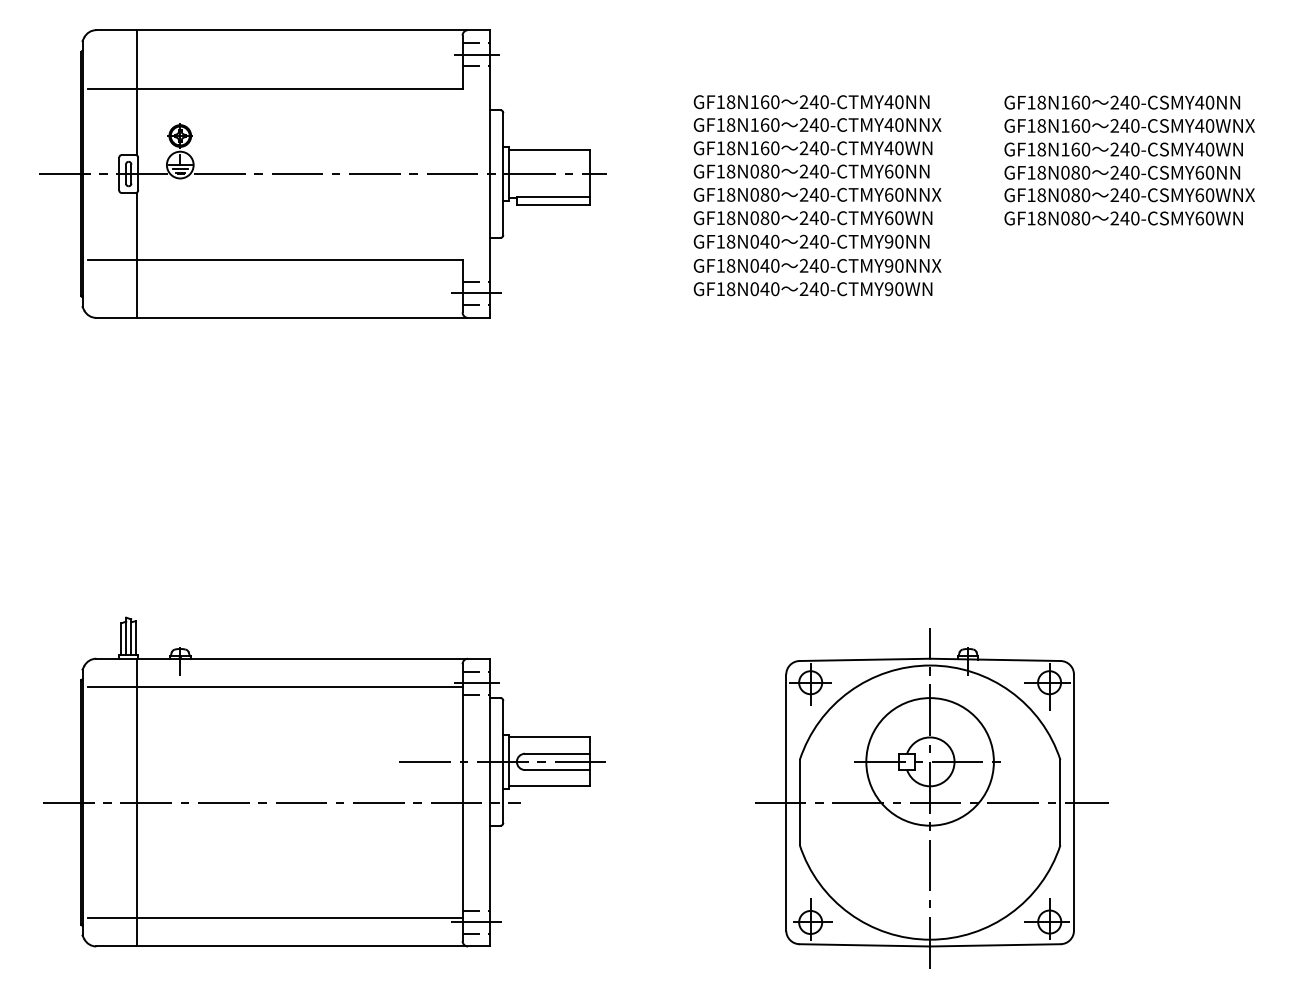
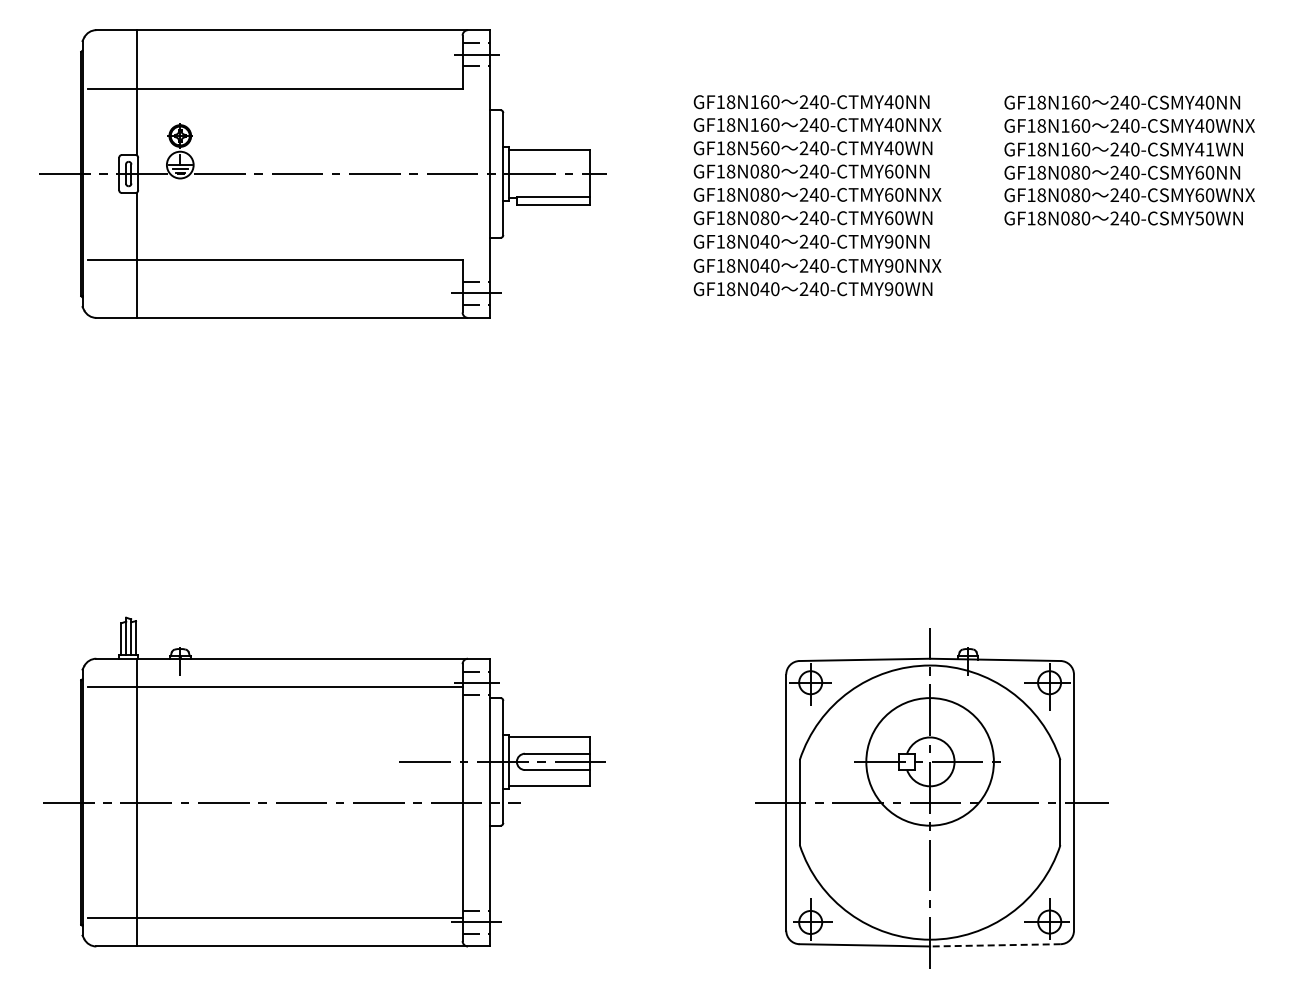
text at (754, 148): GF18N160 -> GF18N560
text at (1209, 149): 240-CSMY40WN -> 240-CSMY41WN
text at (1199, 218): 240-CSMY60WN -> 240-CSMY50WN
line at (994, 945): solid -> dashed
